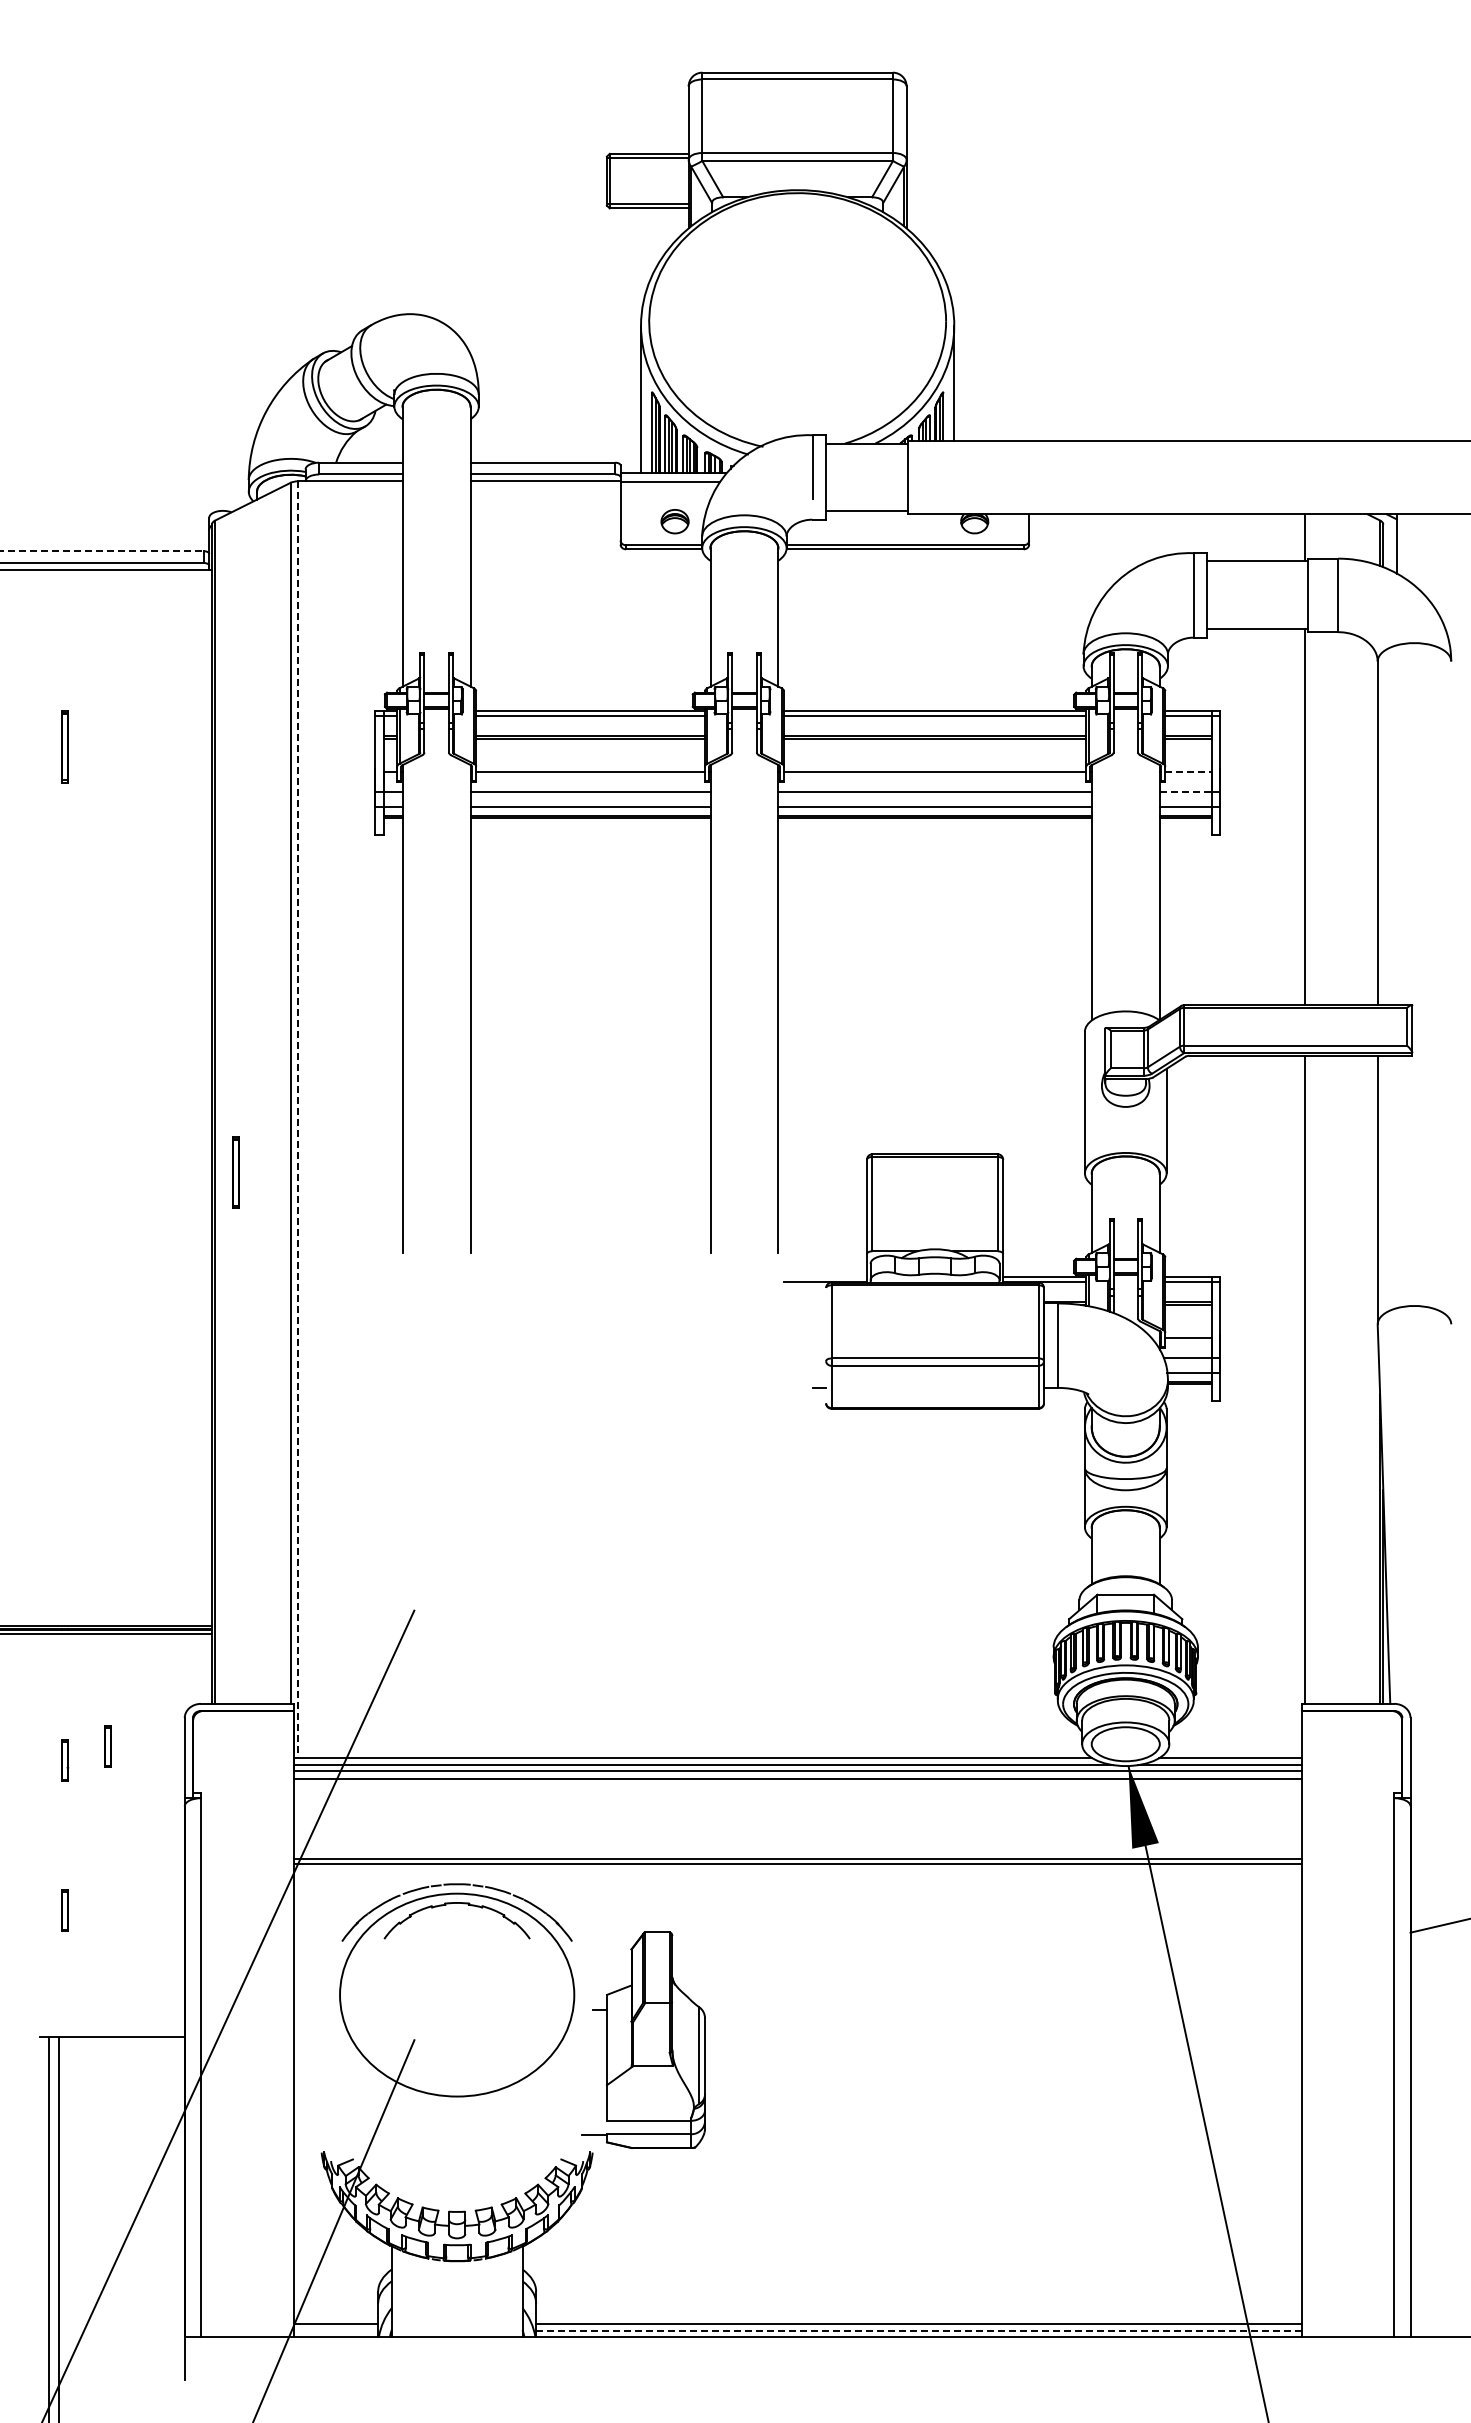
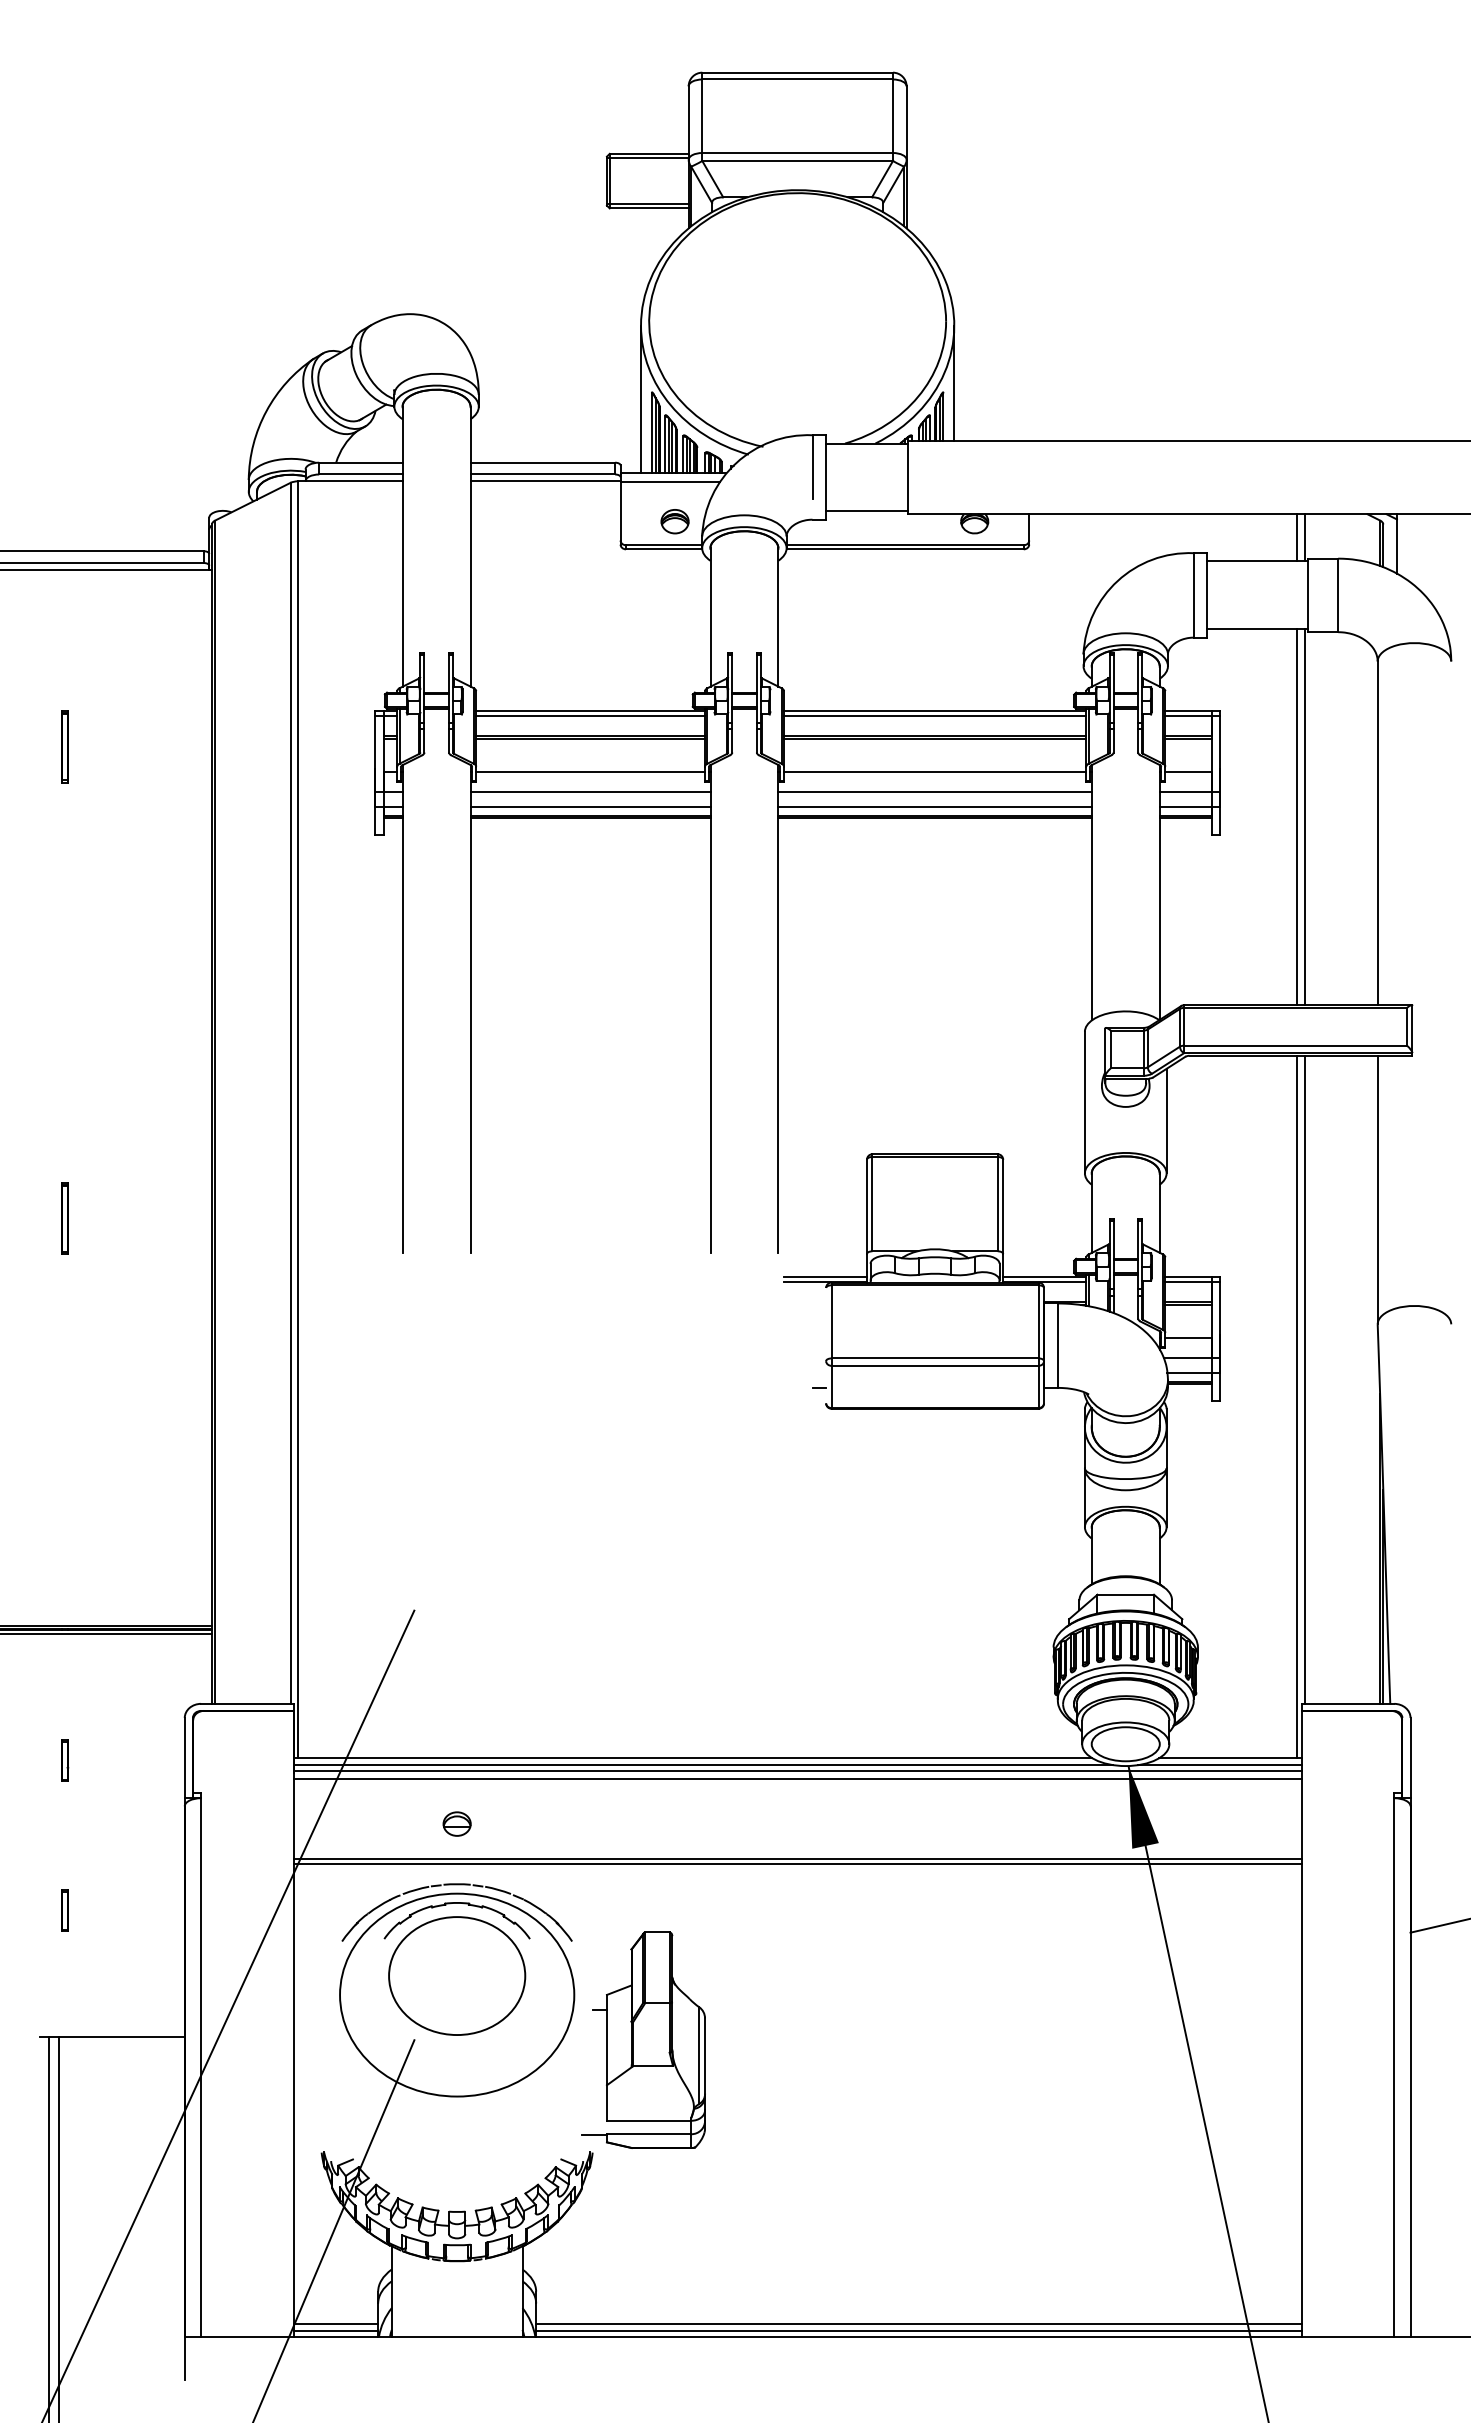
line at (1297, 537): none -> present
line at (102, 551): dashed -> solid
line at (1189, 771): dashed -> solid
line at (1186, 791): dashed -> solid
line at (1297, 817): none -> present
line at (298, 1120): dashed -> solid
part at (235, 1172) position: (235, 1172) -> (64, 1218)
line at (825, 1276): none -> present
line at (1297, 1406): none -> present
part at (107, 1746): present -> none
part at (456, 1823): none -> present
part at (457, 1975): none -> present
line at (335, 2330): none -> present
line at (918, 2330): dashed -> solid
